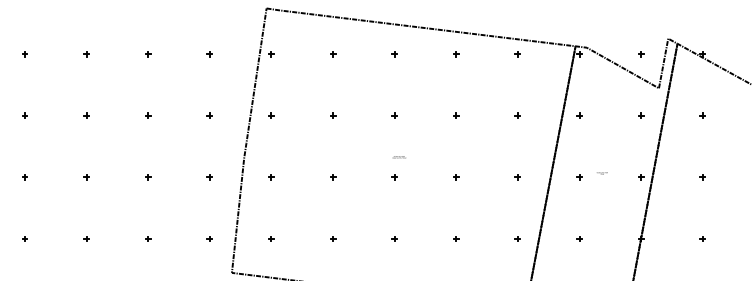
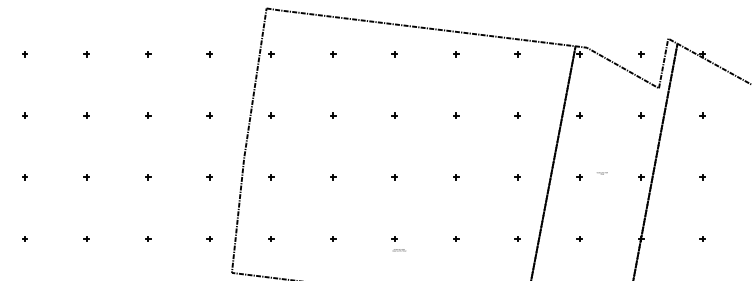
text at (398, 157) position: (398, 157) -> (398, 250)
